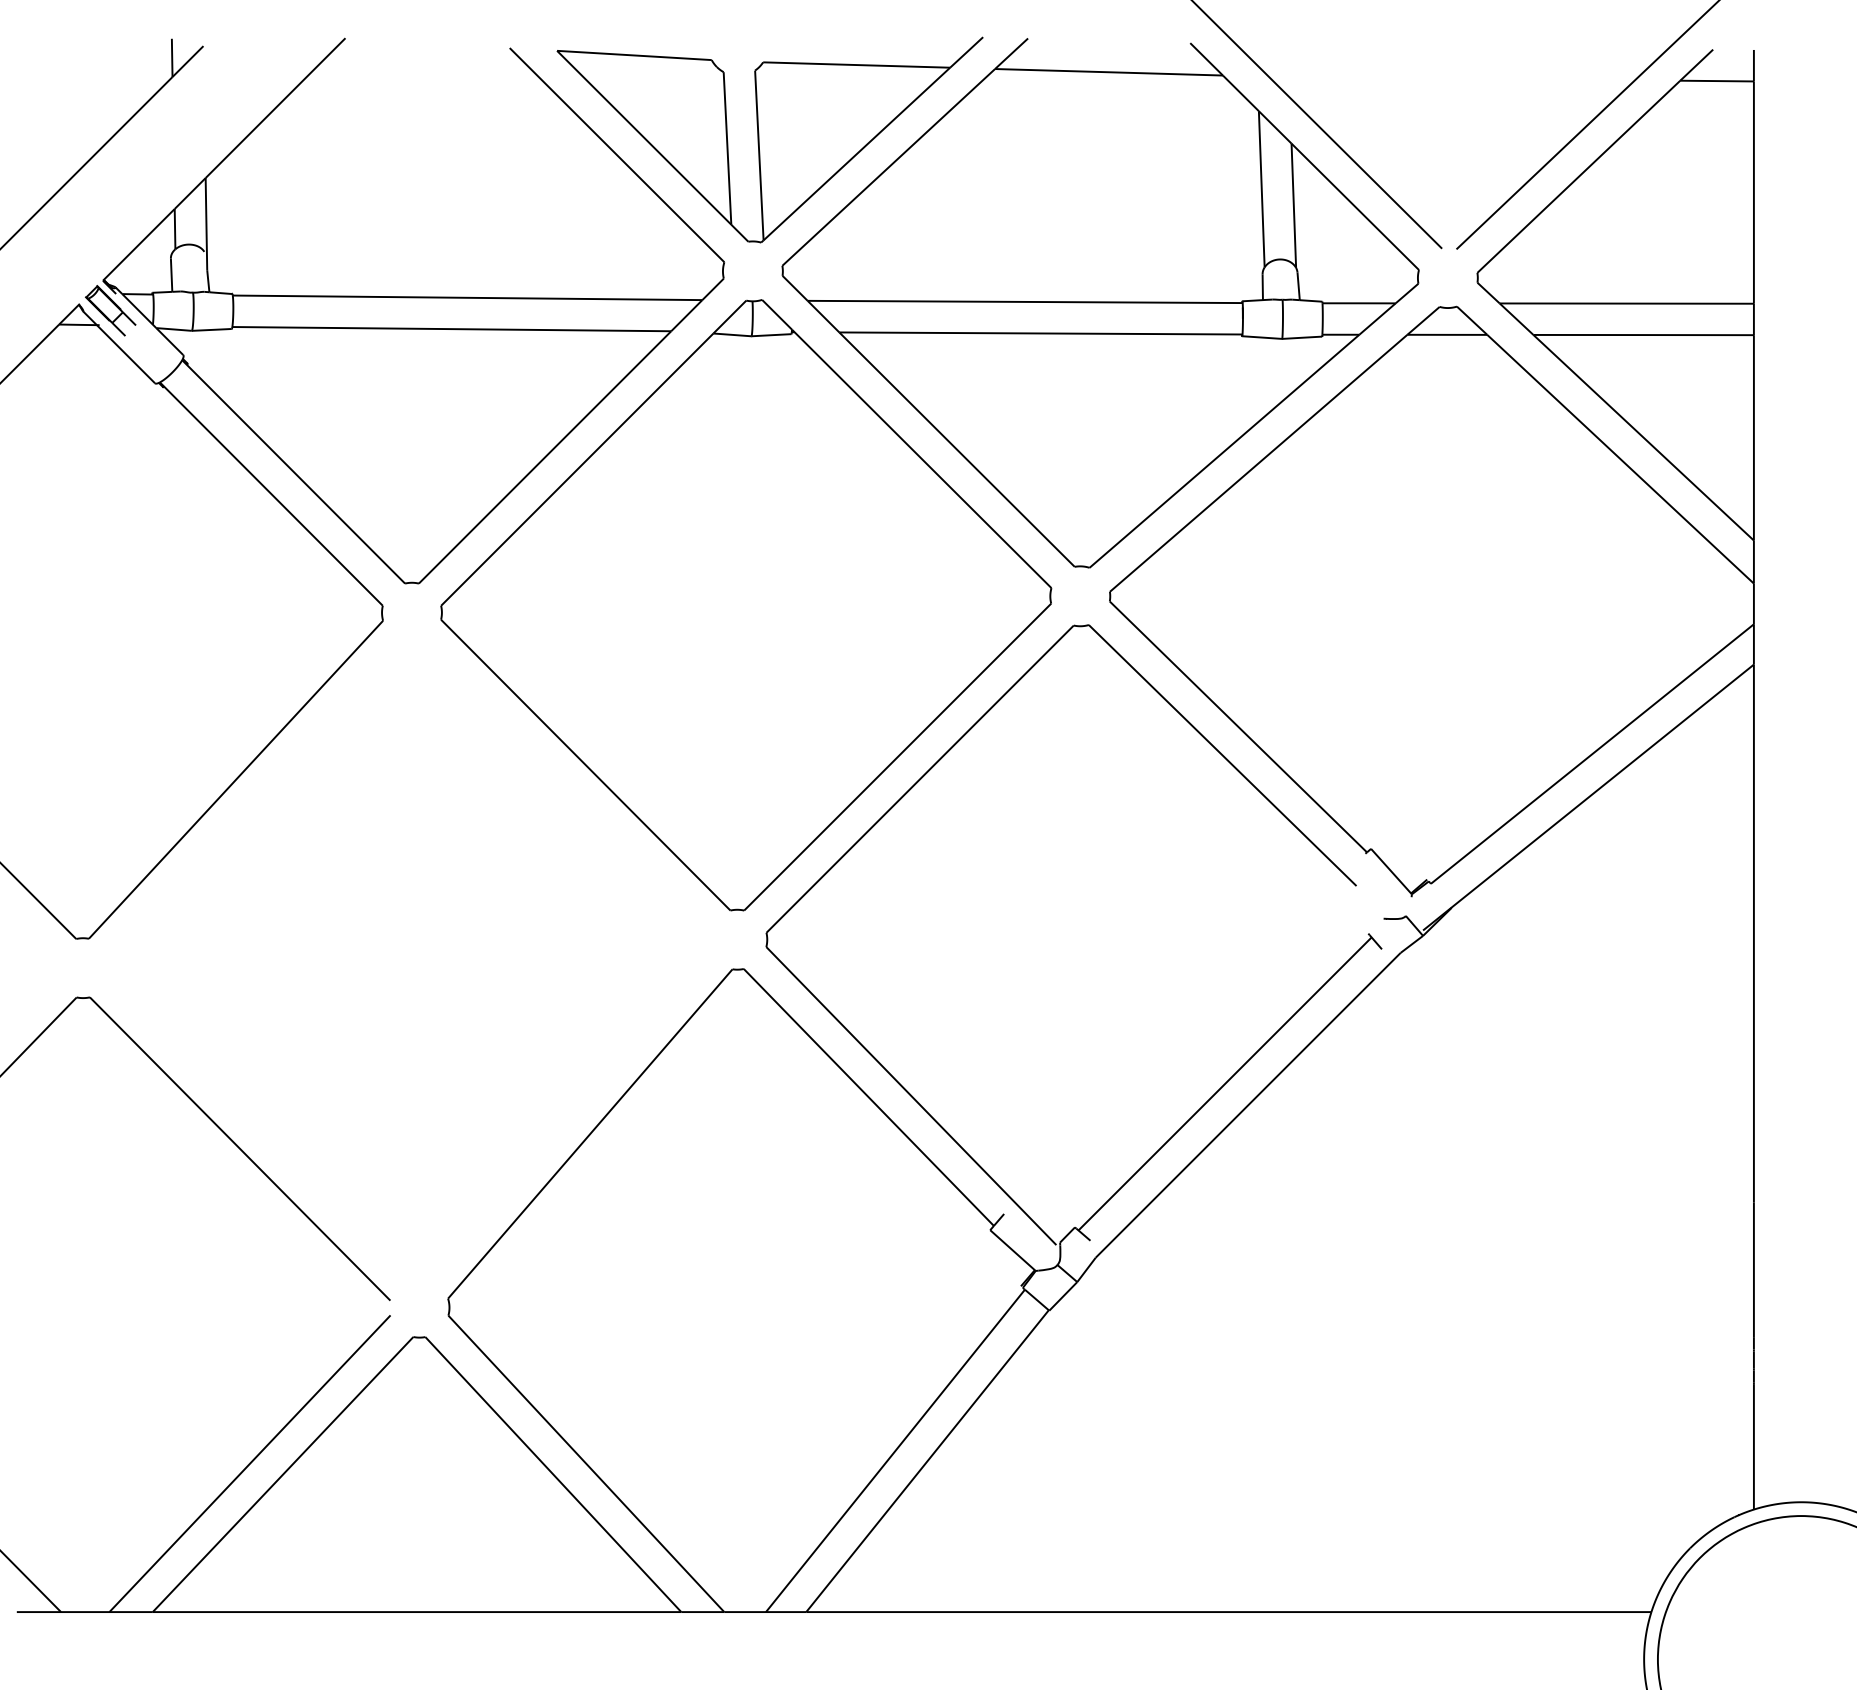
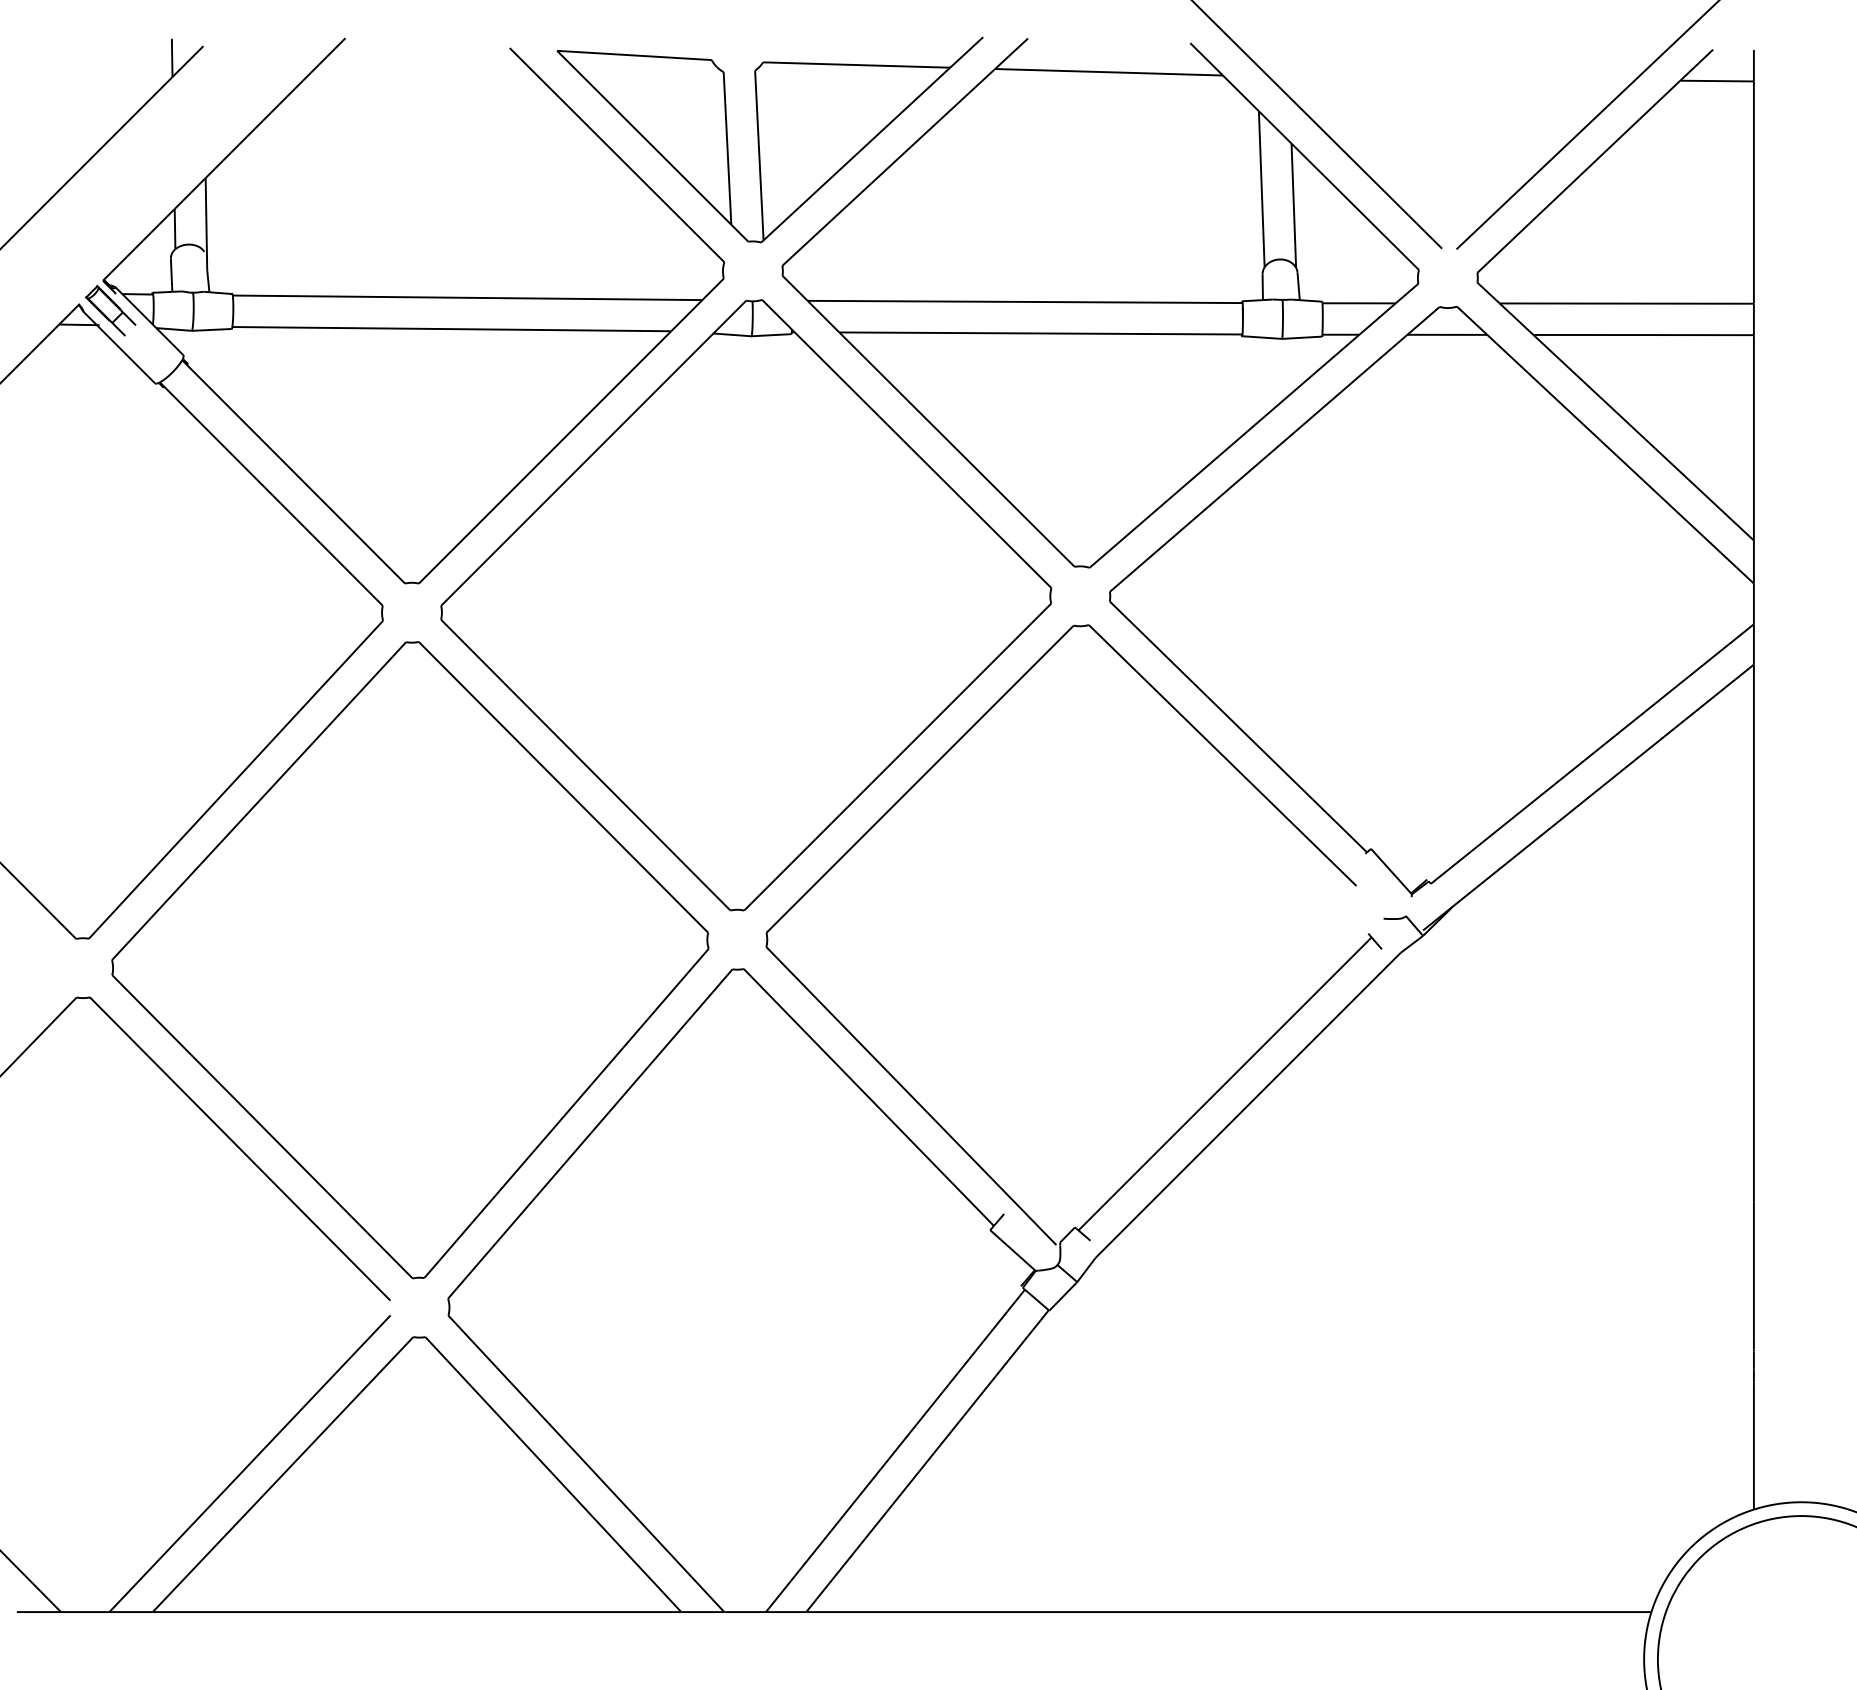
part at (410, 960): none -> present
